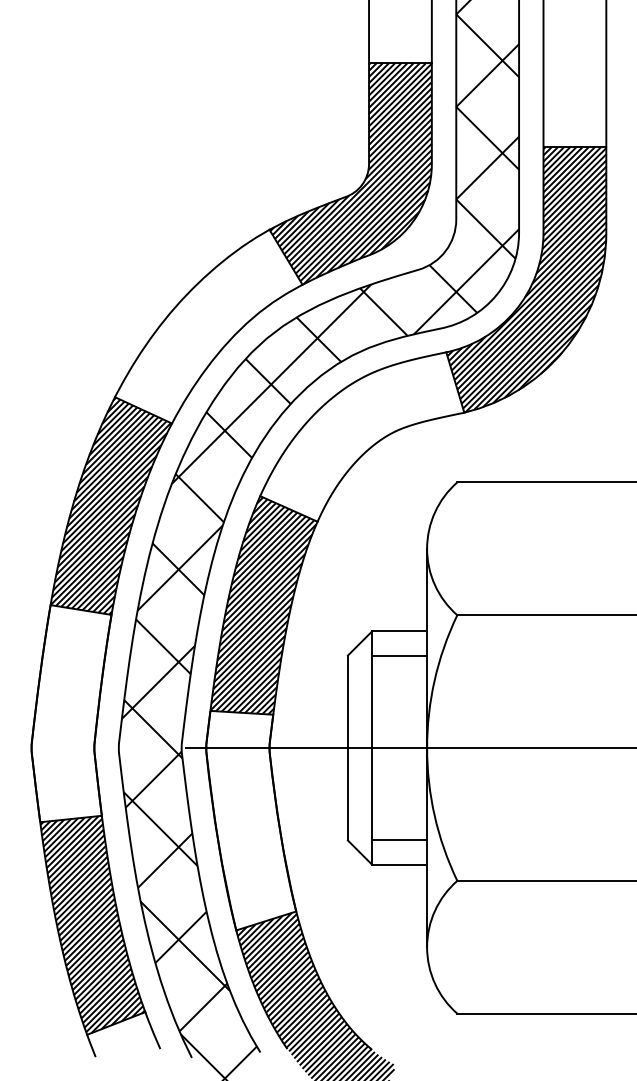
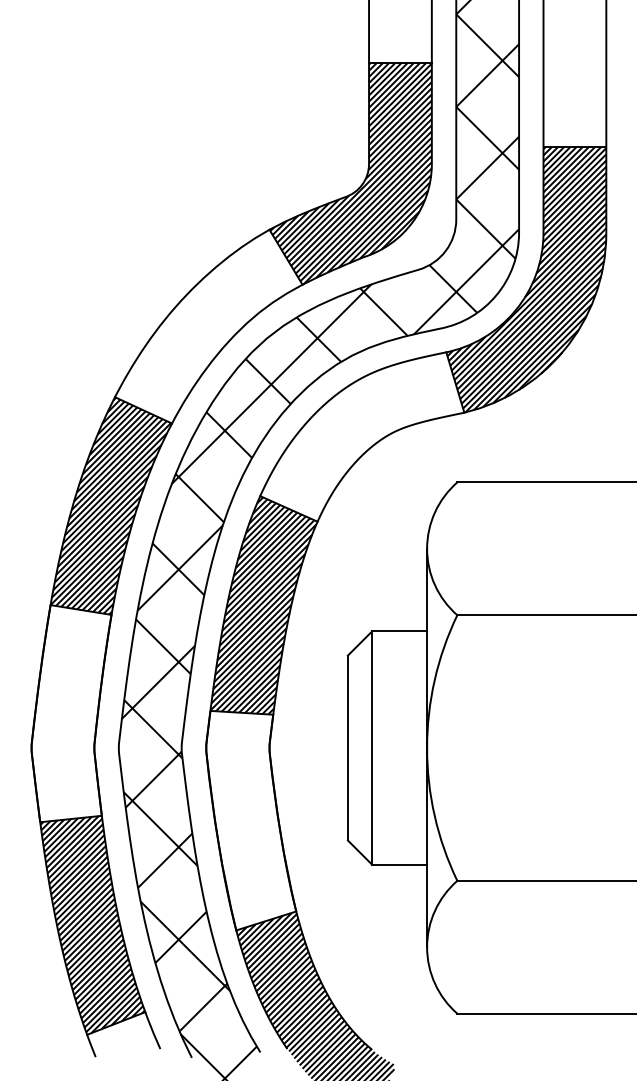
line at (399, 655): present -> none
line at (408, 748): present -> none
line at (399, 840): present -> none
